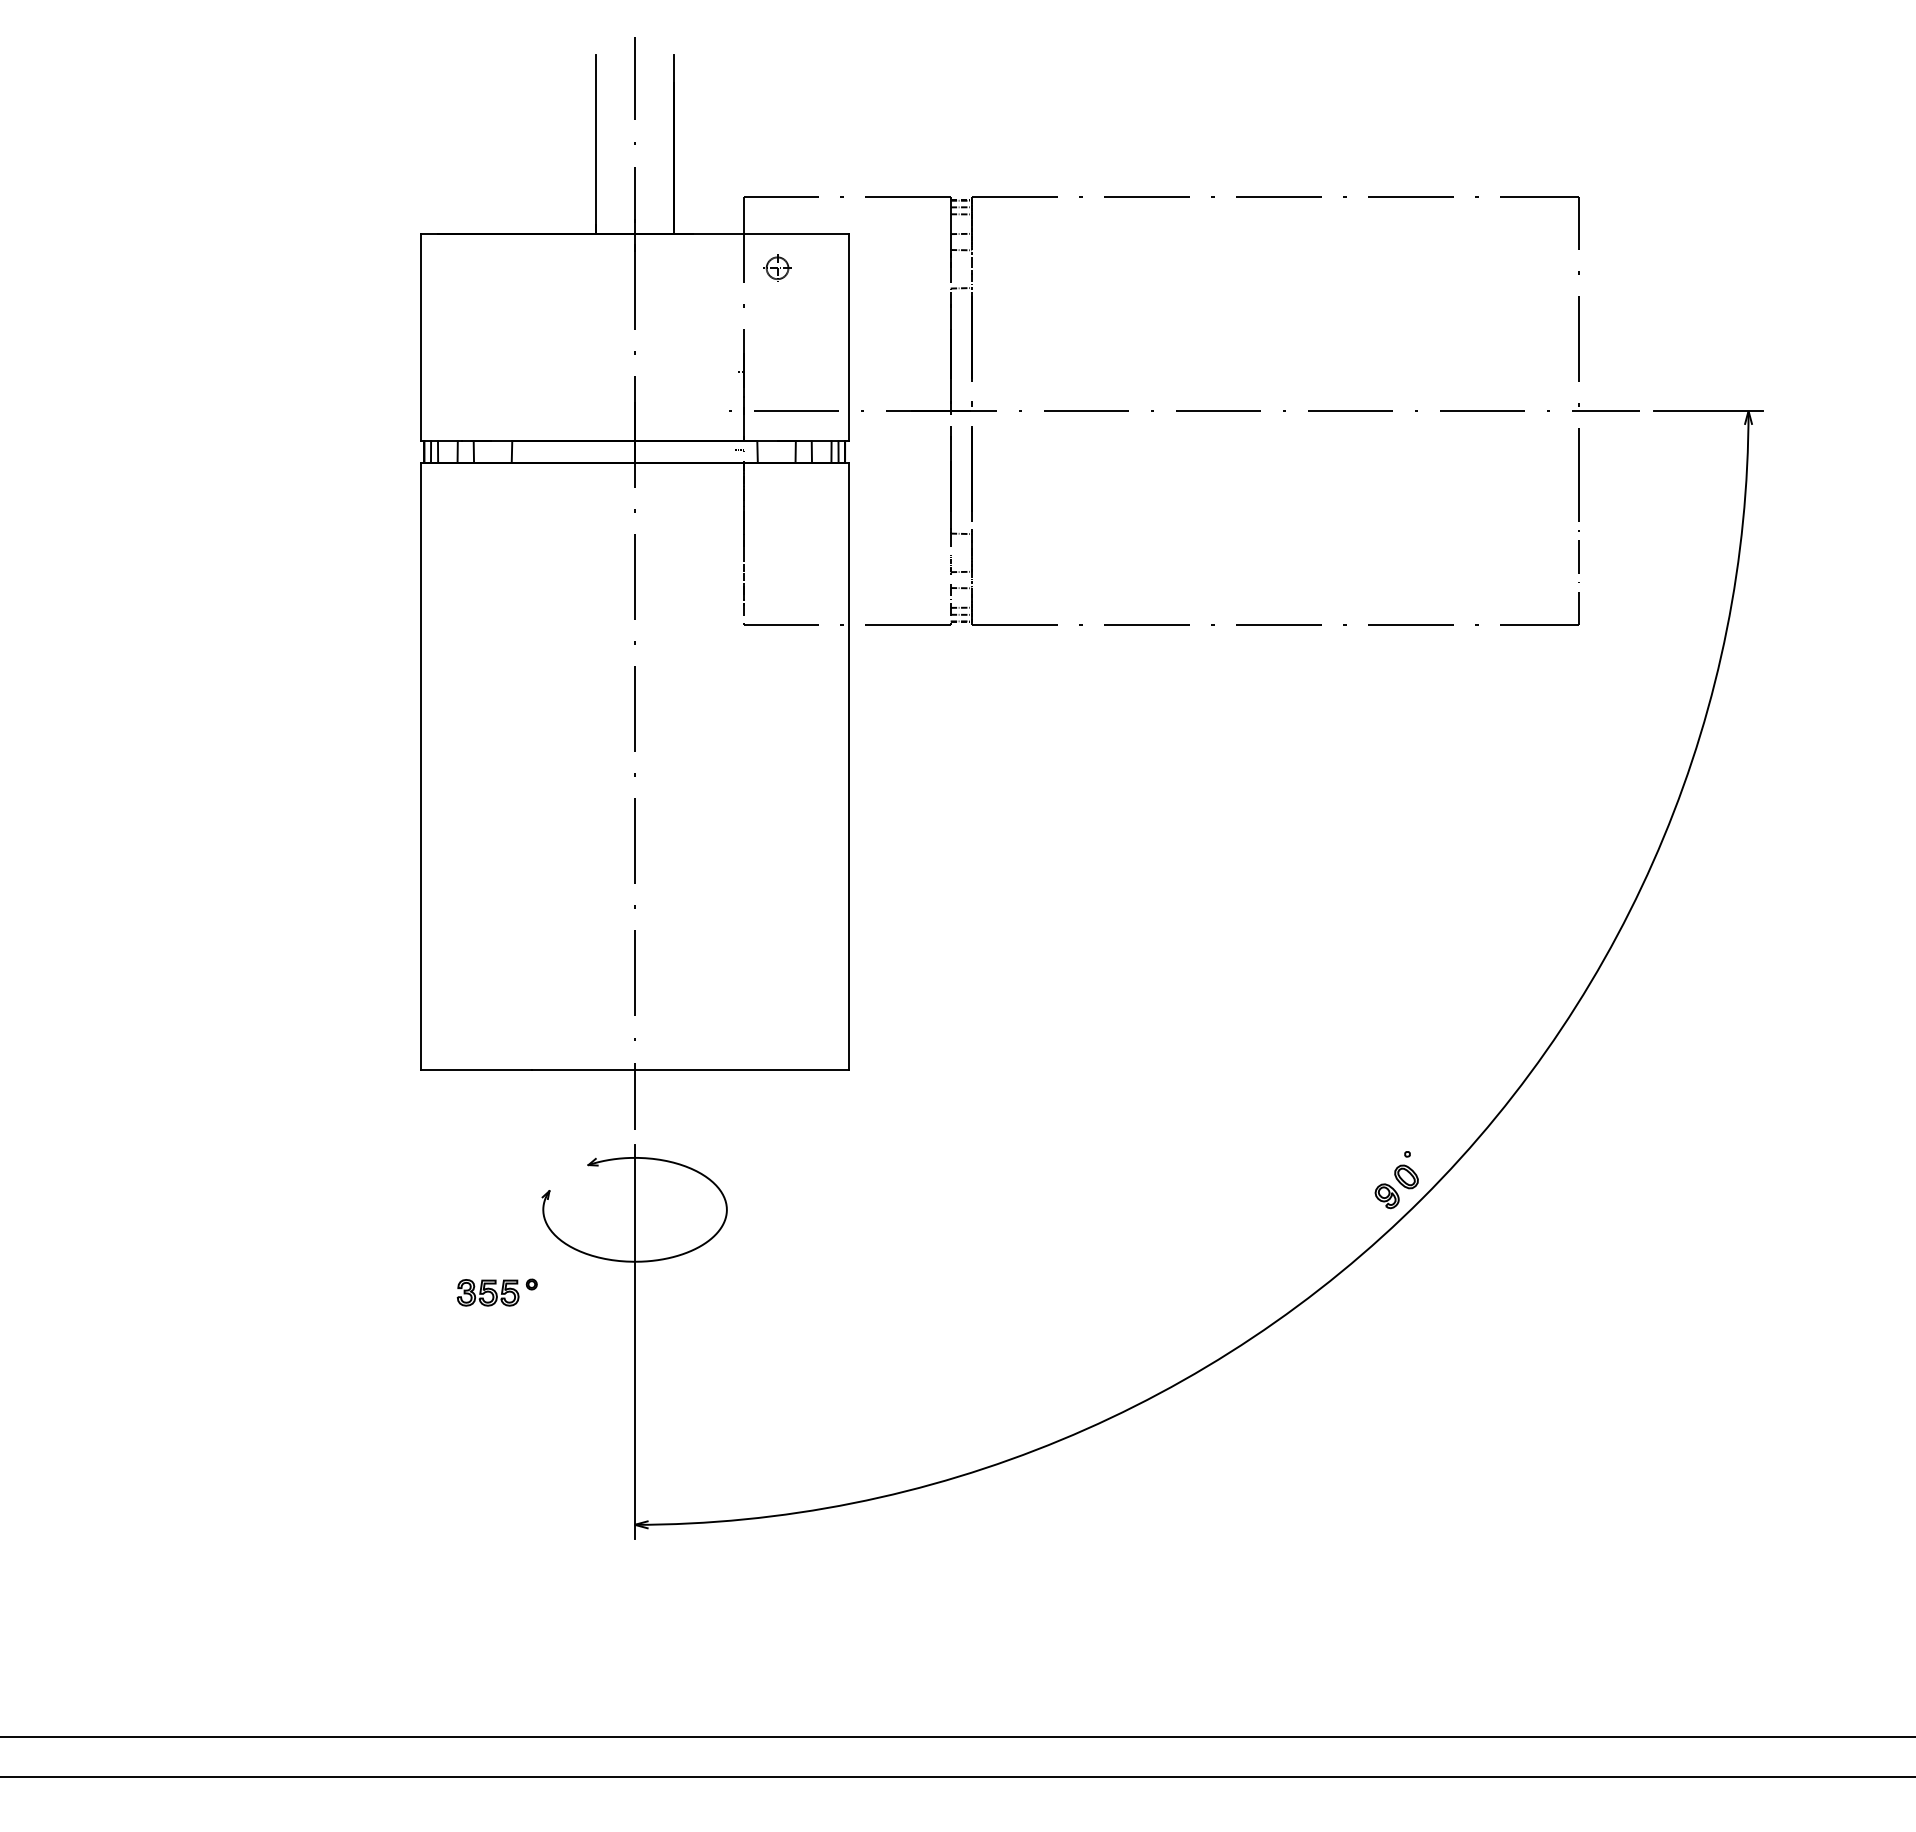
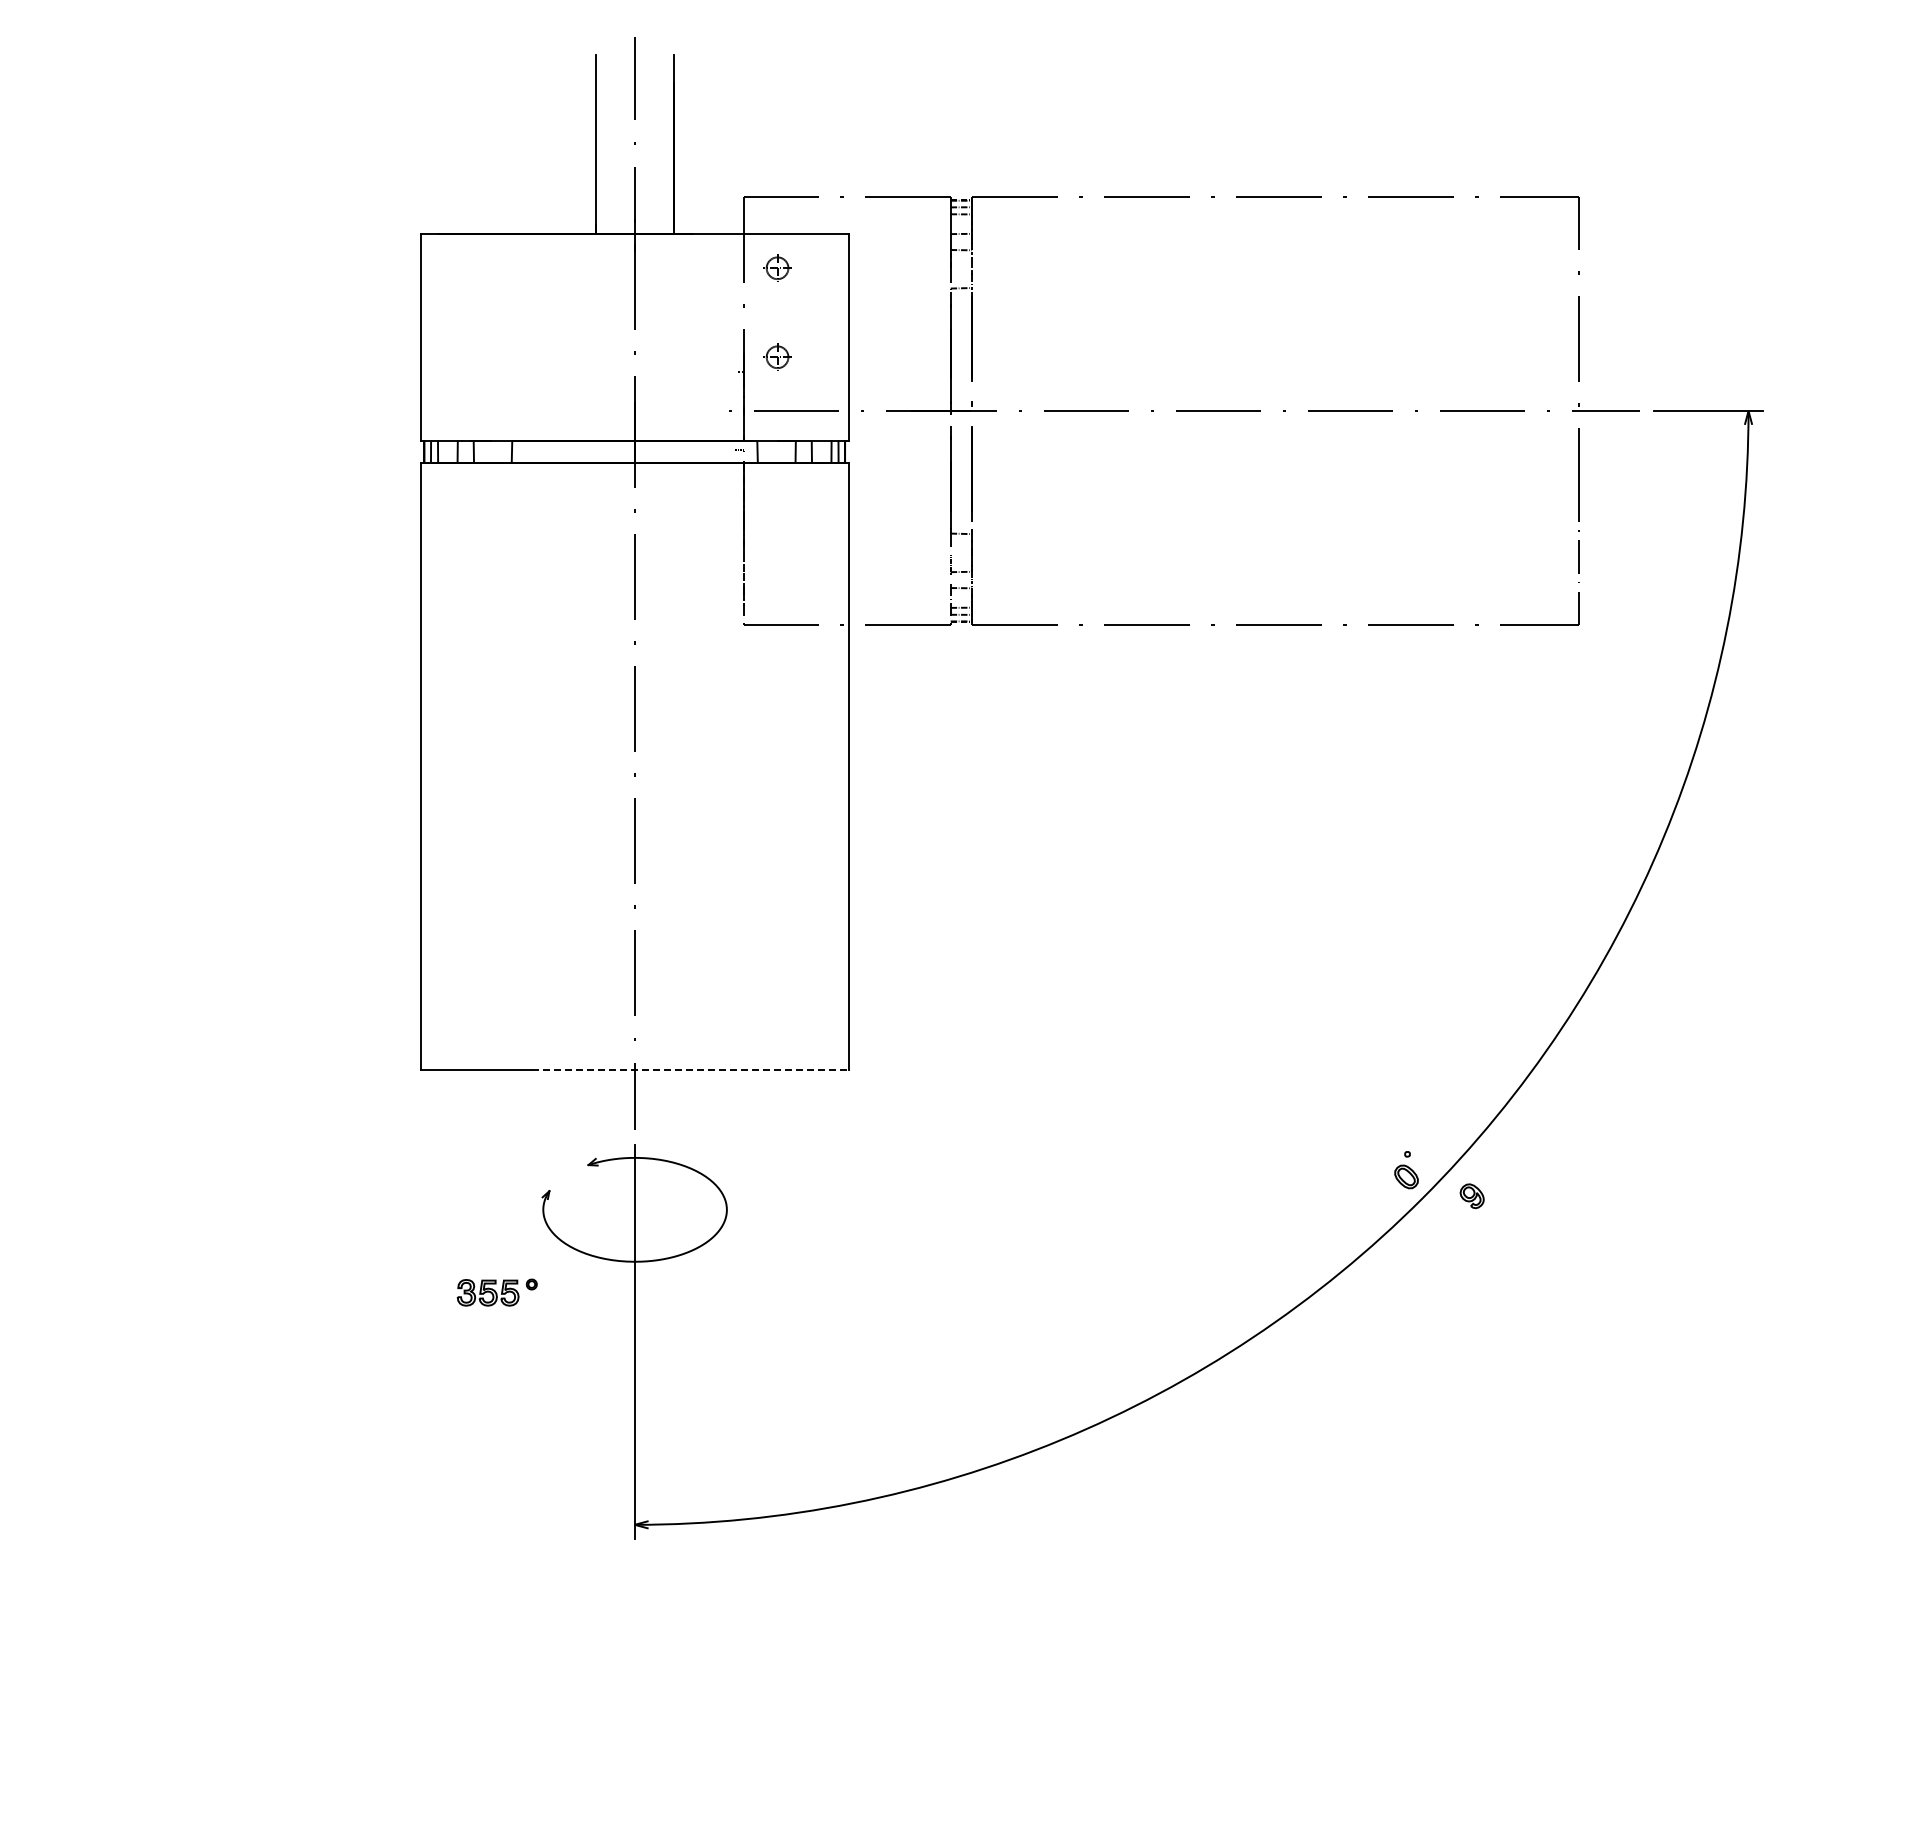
part at (777, 356): none -> present
line at (691, 1069): solid -> dashed
part at (1386, 1196) position: (1386, 1196) -> (1471, 1196)
line at (957, 1736): present -> none
line at (957, 1777): present -> none
